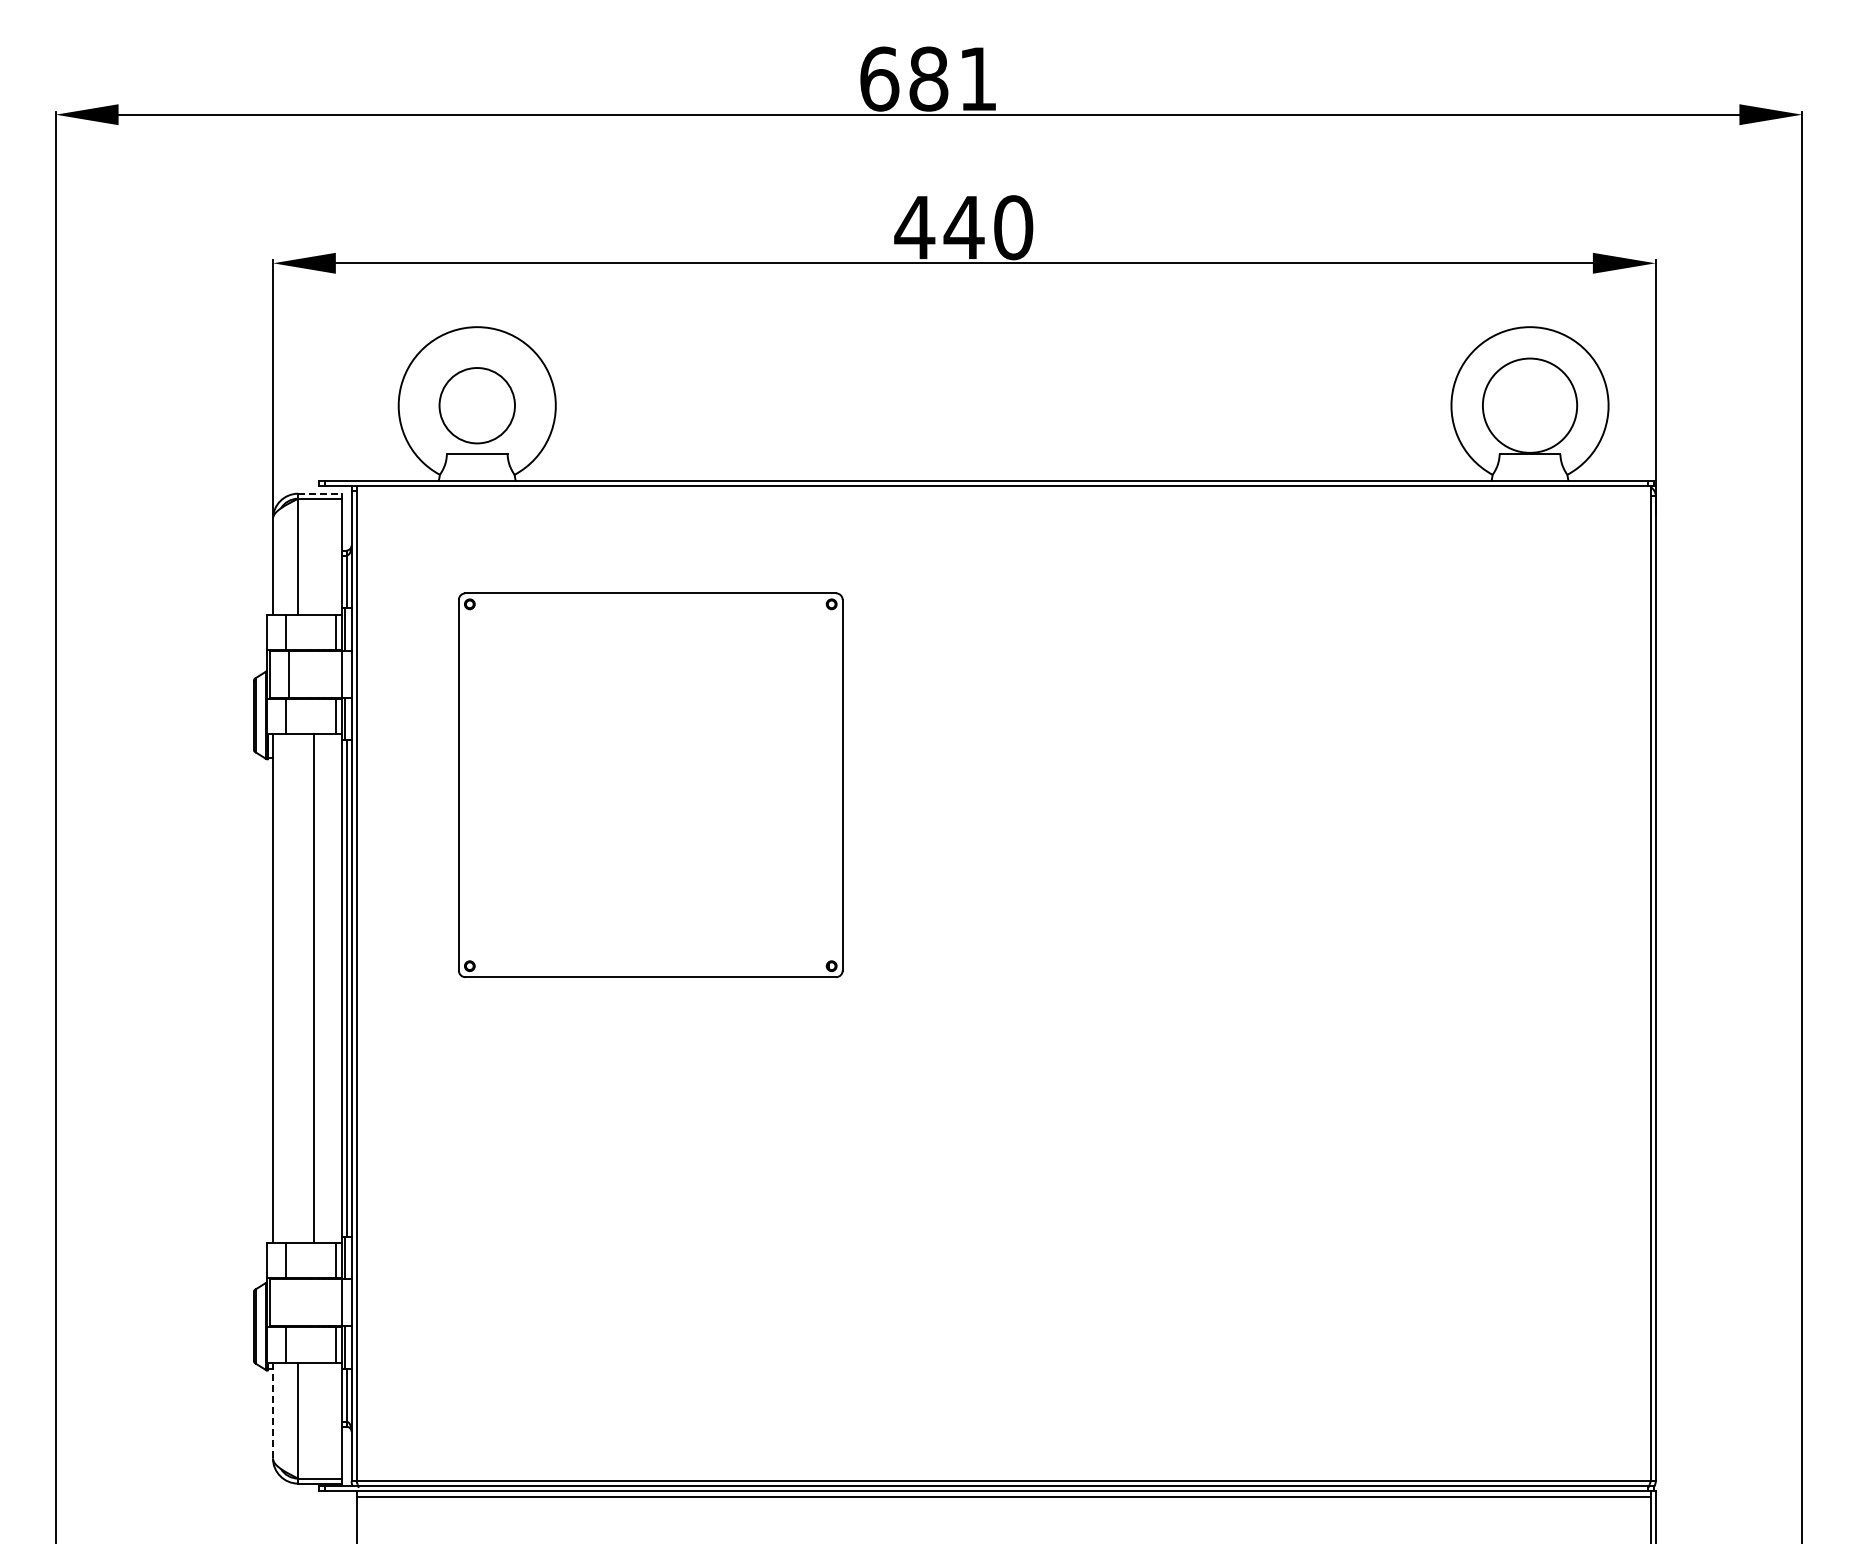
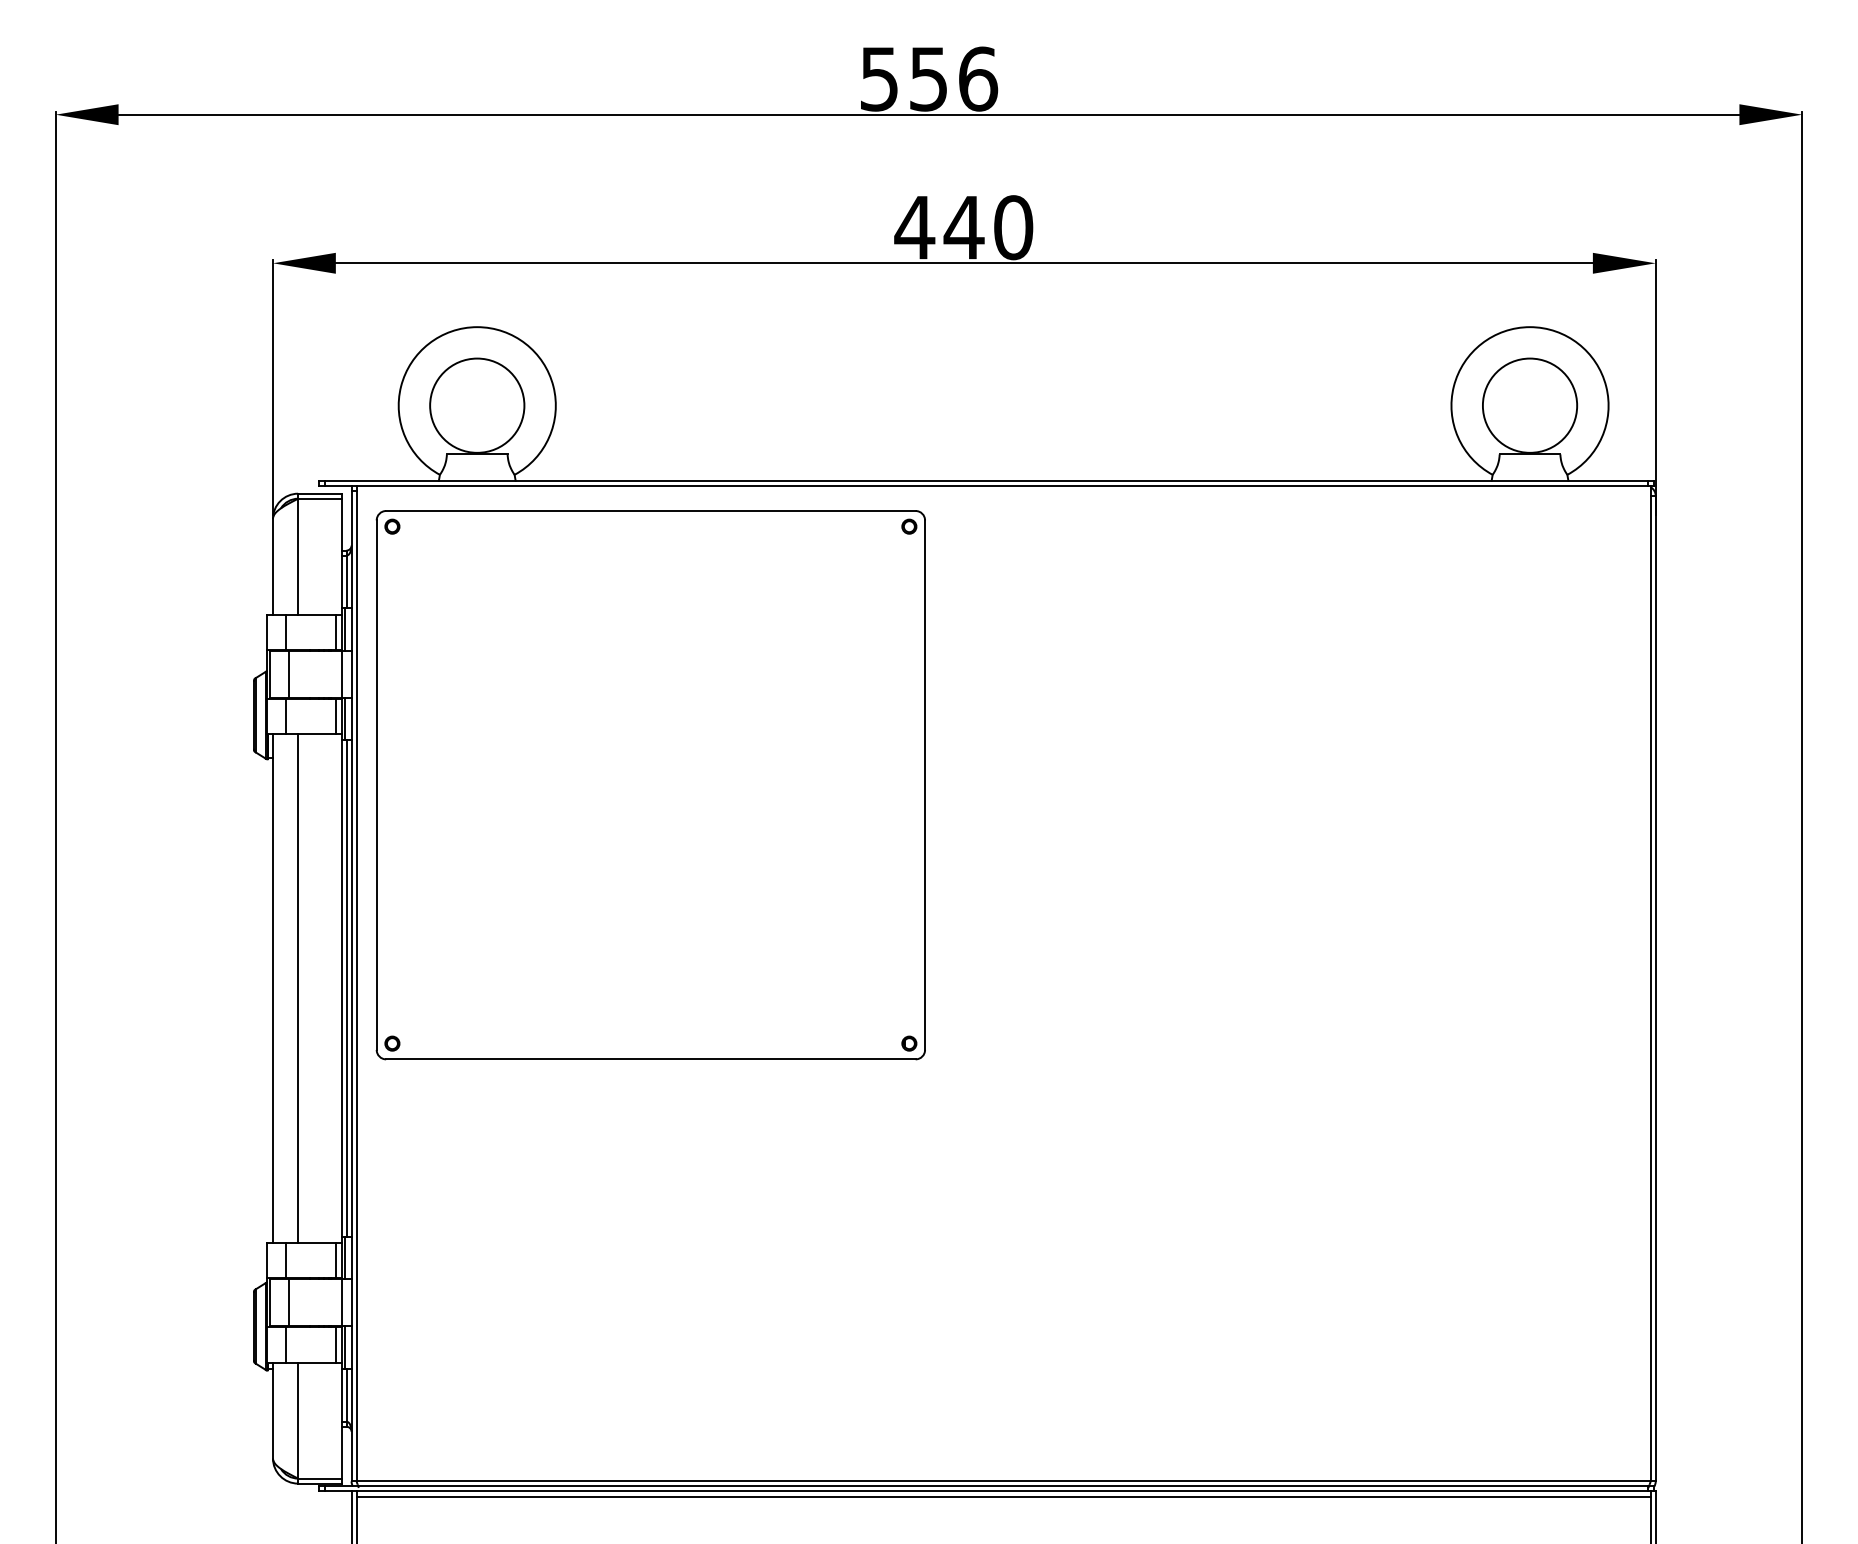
text at (929, 78): 681 -> 556
circle at (476, 405) diameter: 75 px -> 94 px
line at (320, 493): dashed -> solid
part at (650, 784) size: 386x386 px -> 551x551 px
line at (314, 988) position: (314, 988) -> (298, 988)
line at (288, 1302): none -> present
line at (273, 1410): dashed -> solid
line at (351, 1515): none -> present
